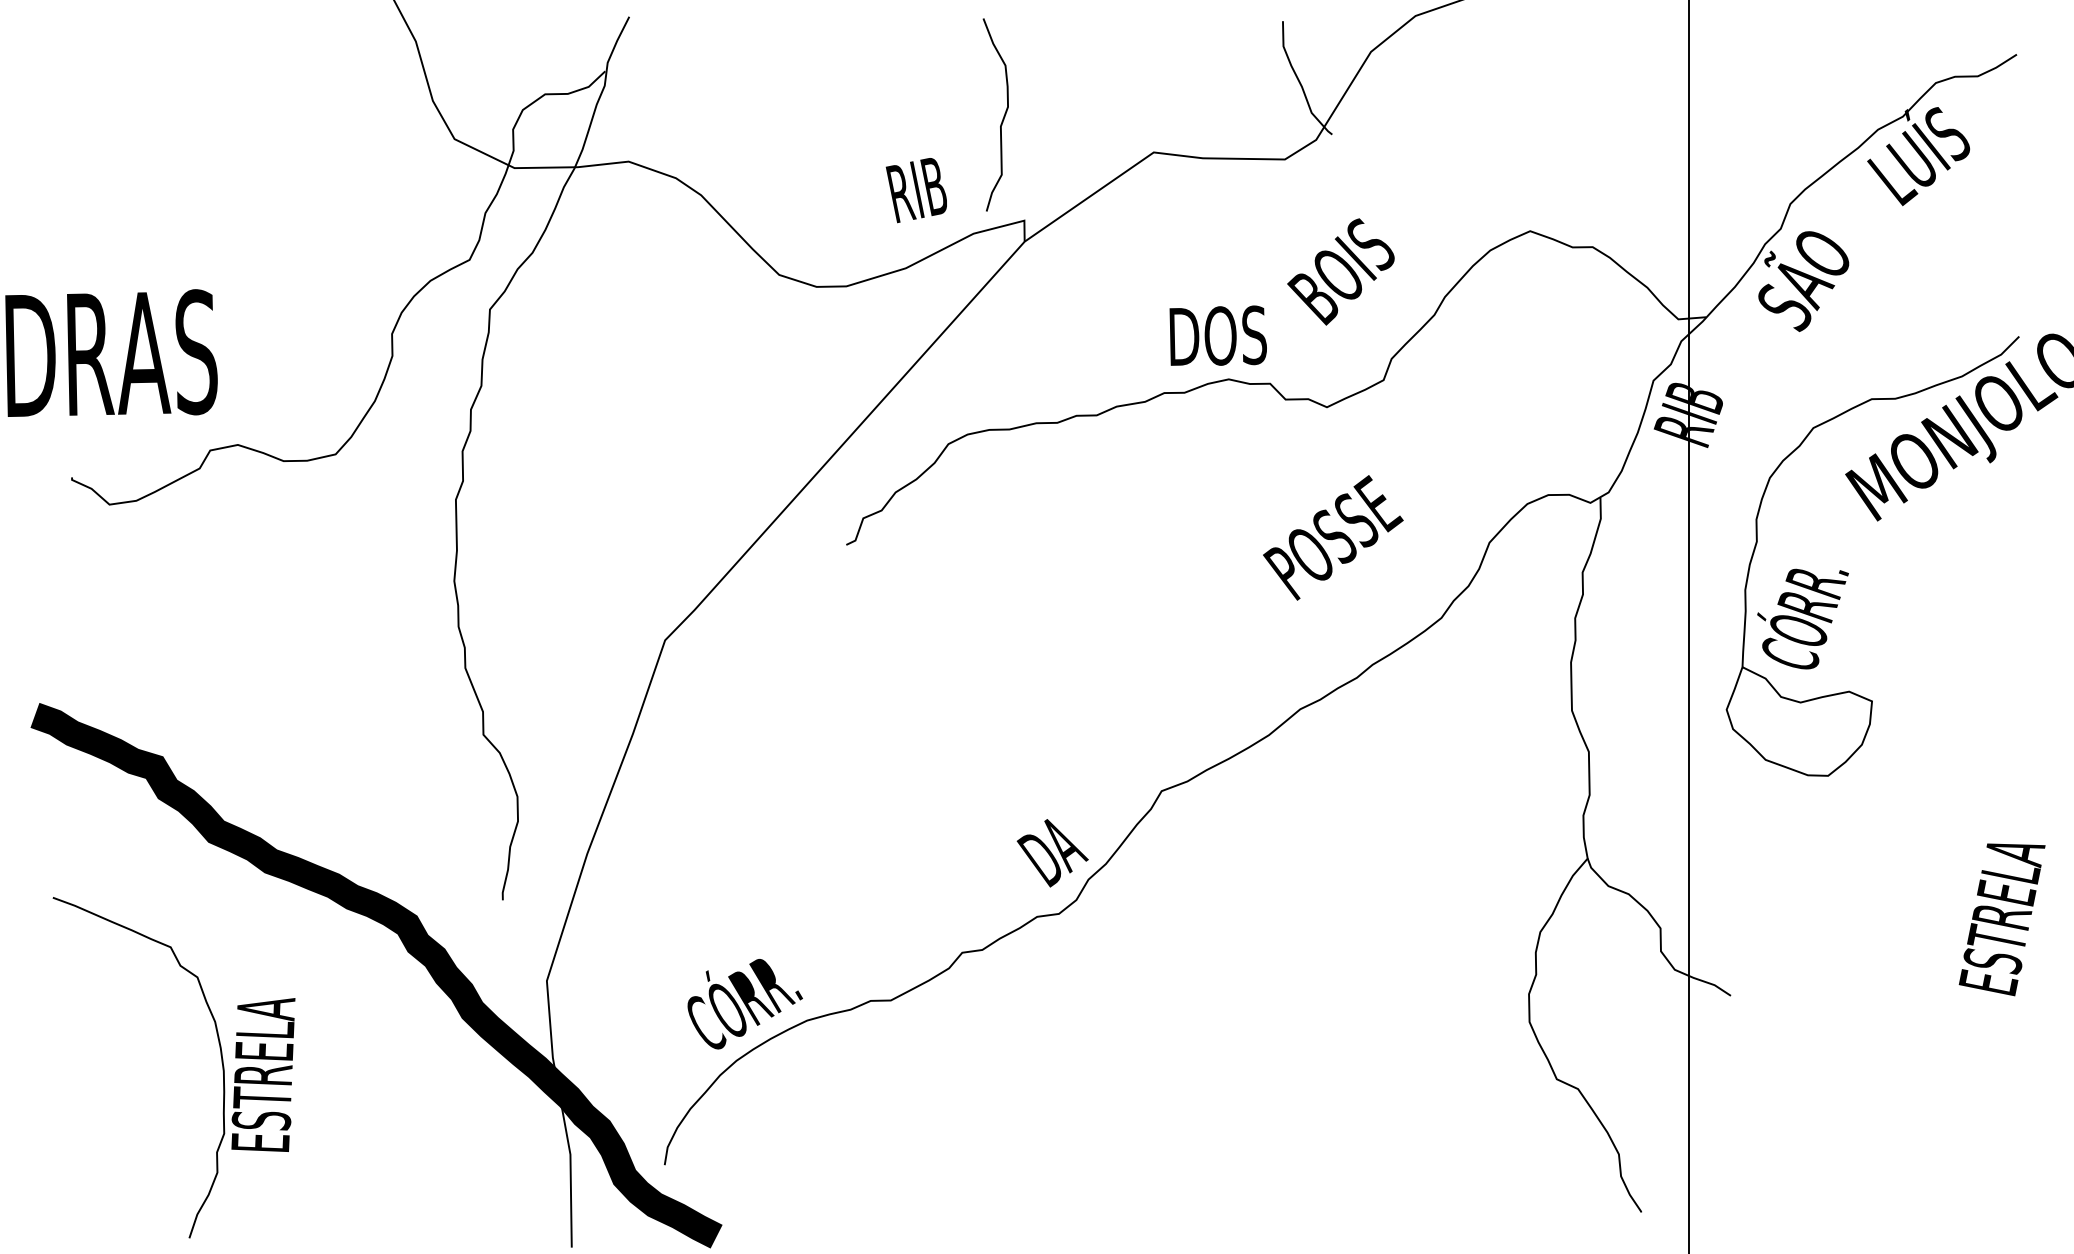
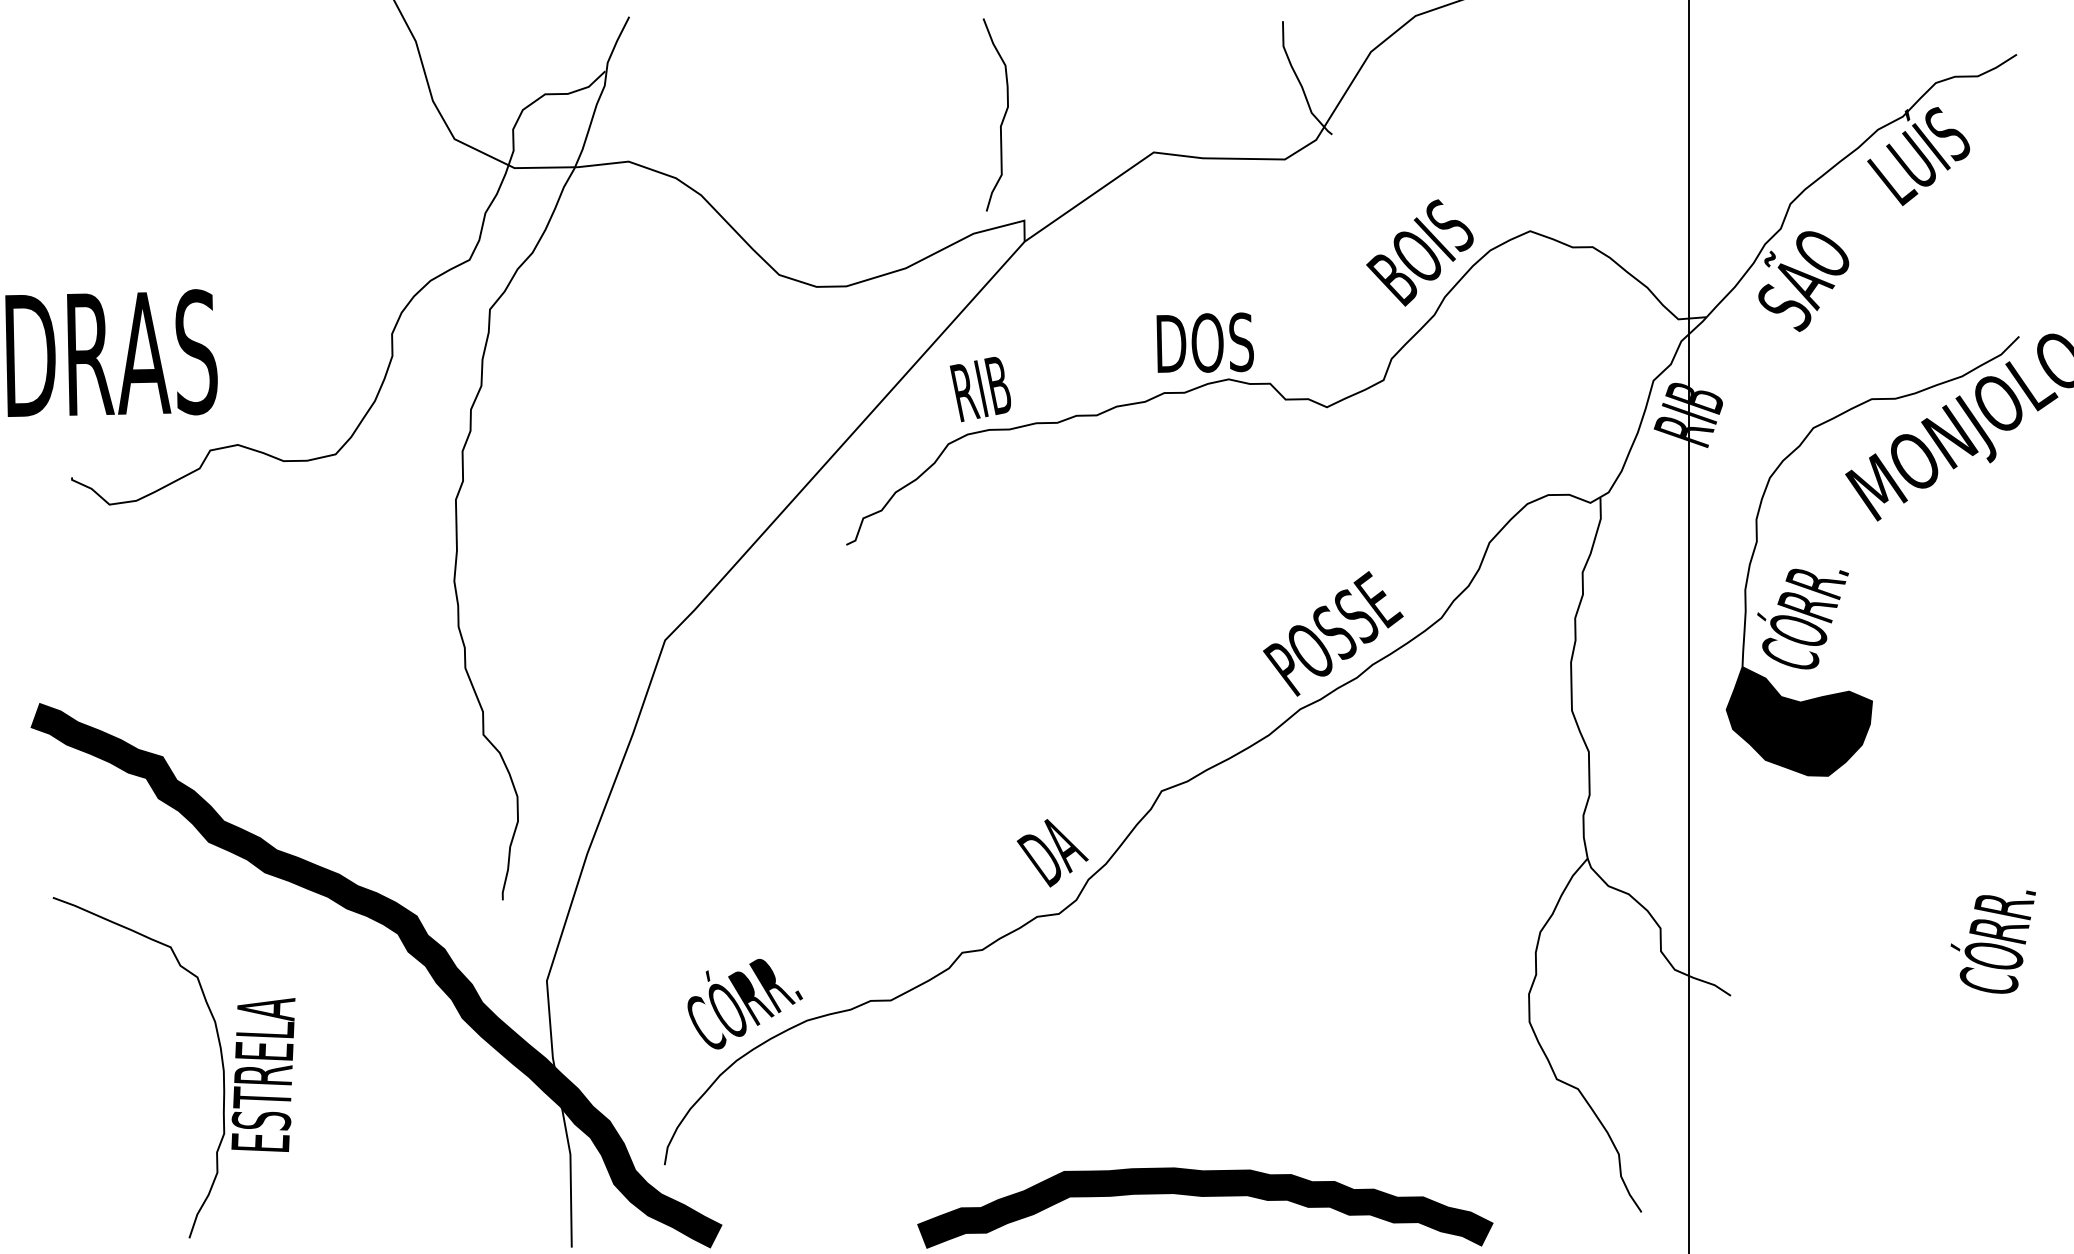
text at (915, 190) position: (915, 190) -> (979, 389)
text at (1340, 271) position: (1340, 271) -> (1419, 252)
text at (1217, 335) position: (1217, 335) -> (1204, 342)
text at (1333, 537) position: (1333, 537) -> (1333, 633)
fill at (1799, 721): none -> present
text at (1997, 919): ESTRELA -> CÓRR.
part at (1205, 1196): none -> present
